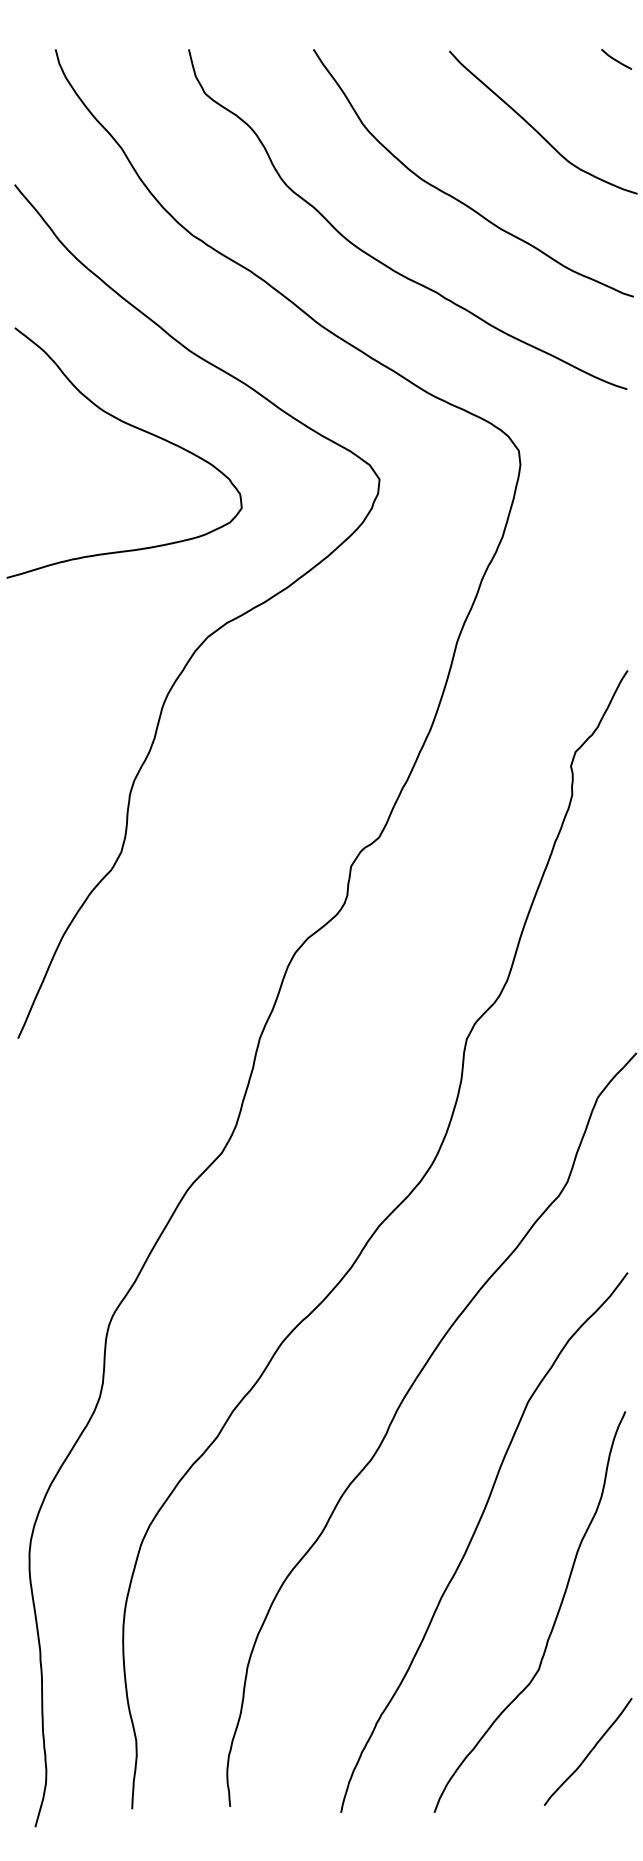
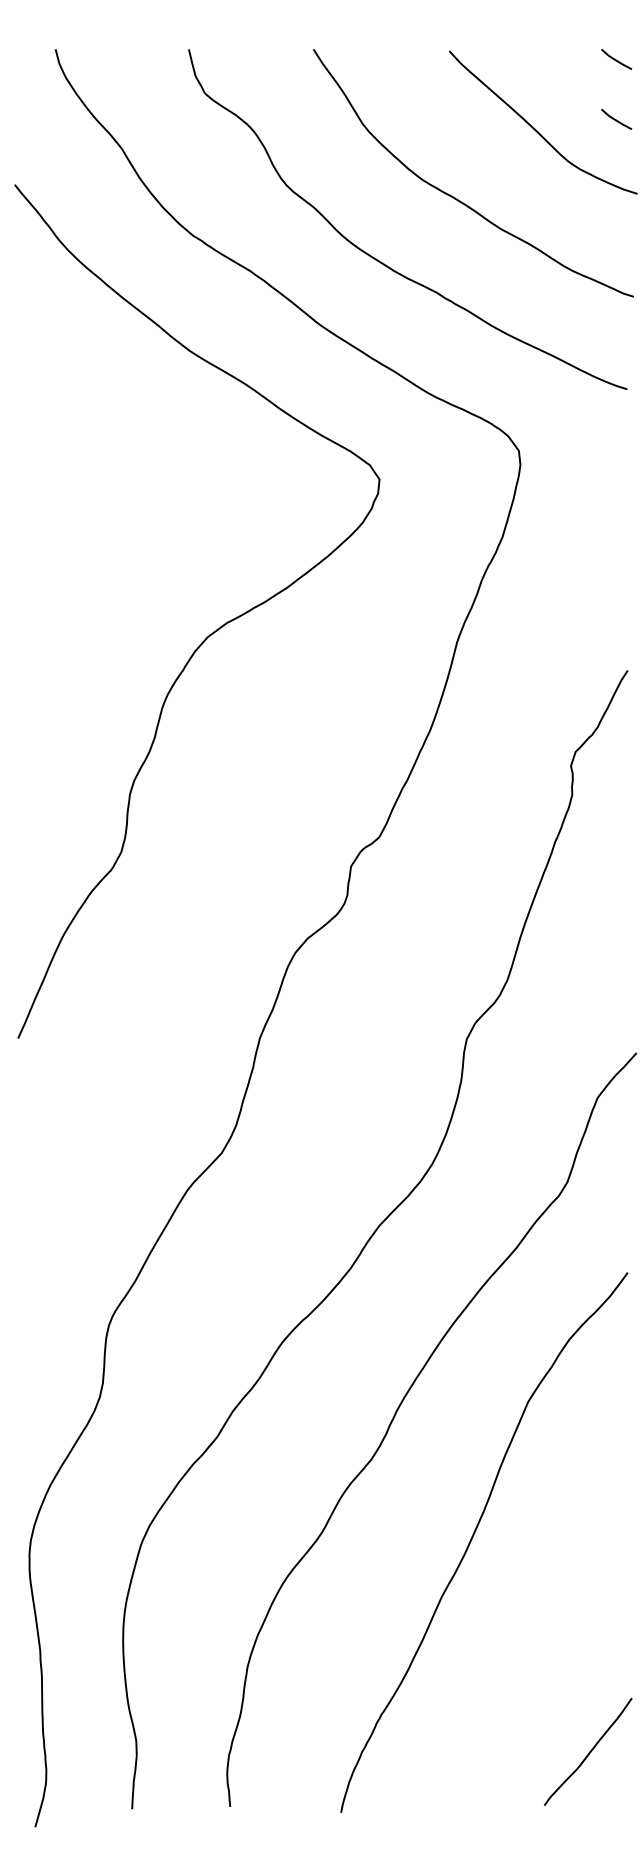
line at (616, 119): none -> present
curve at (135, 428): present -> none
curve at (553, 1622): present -> none
